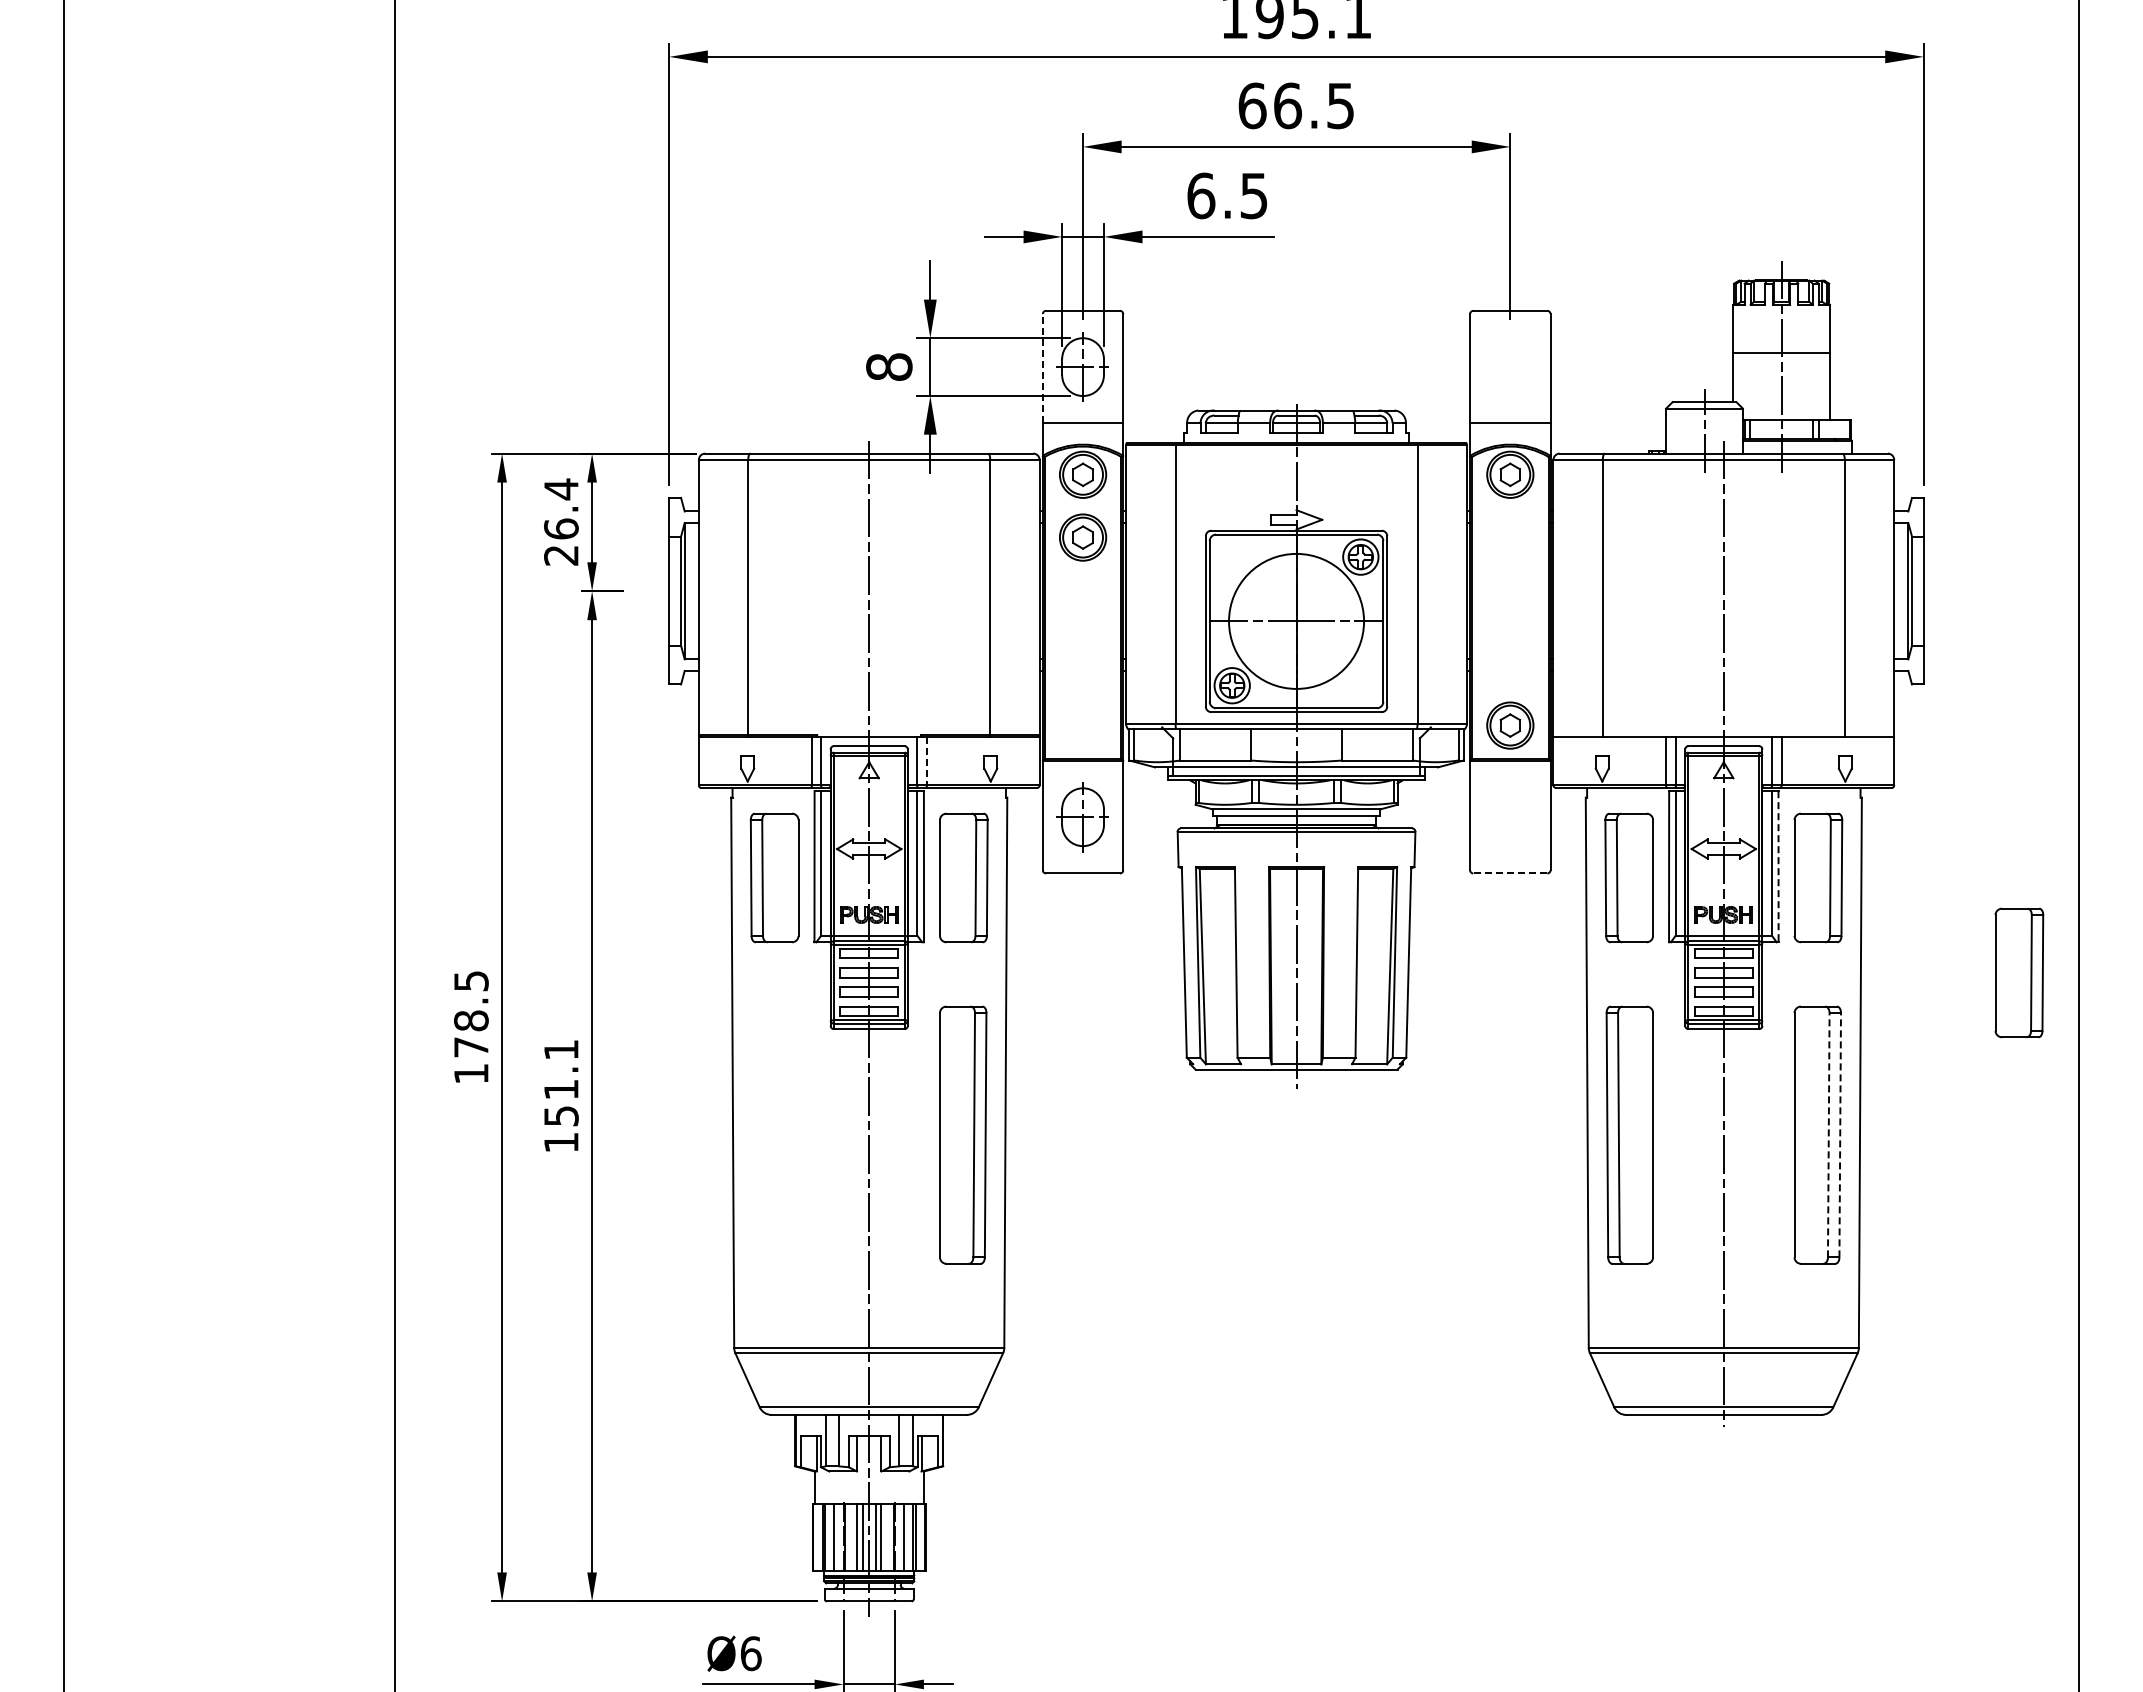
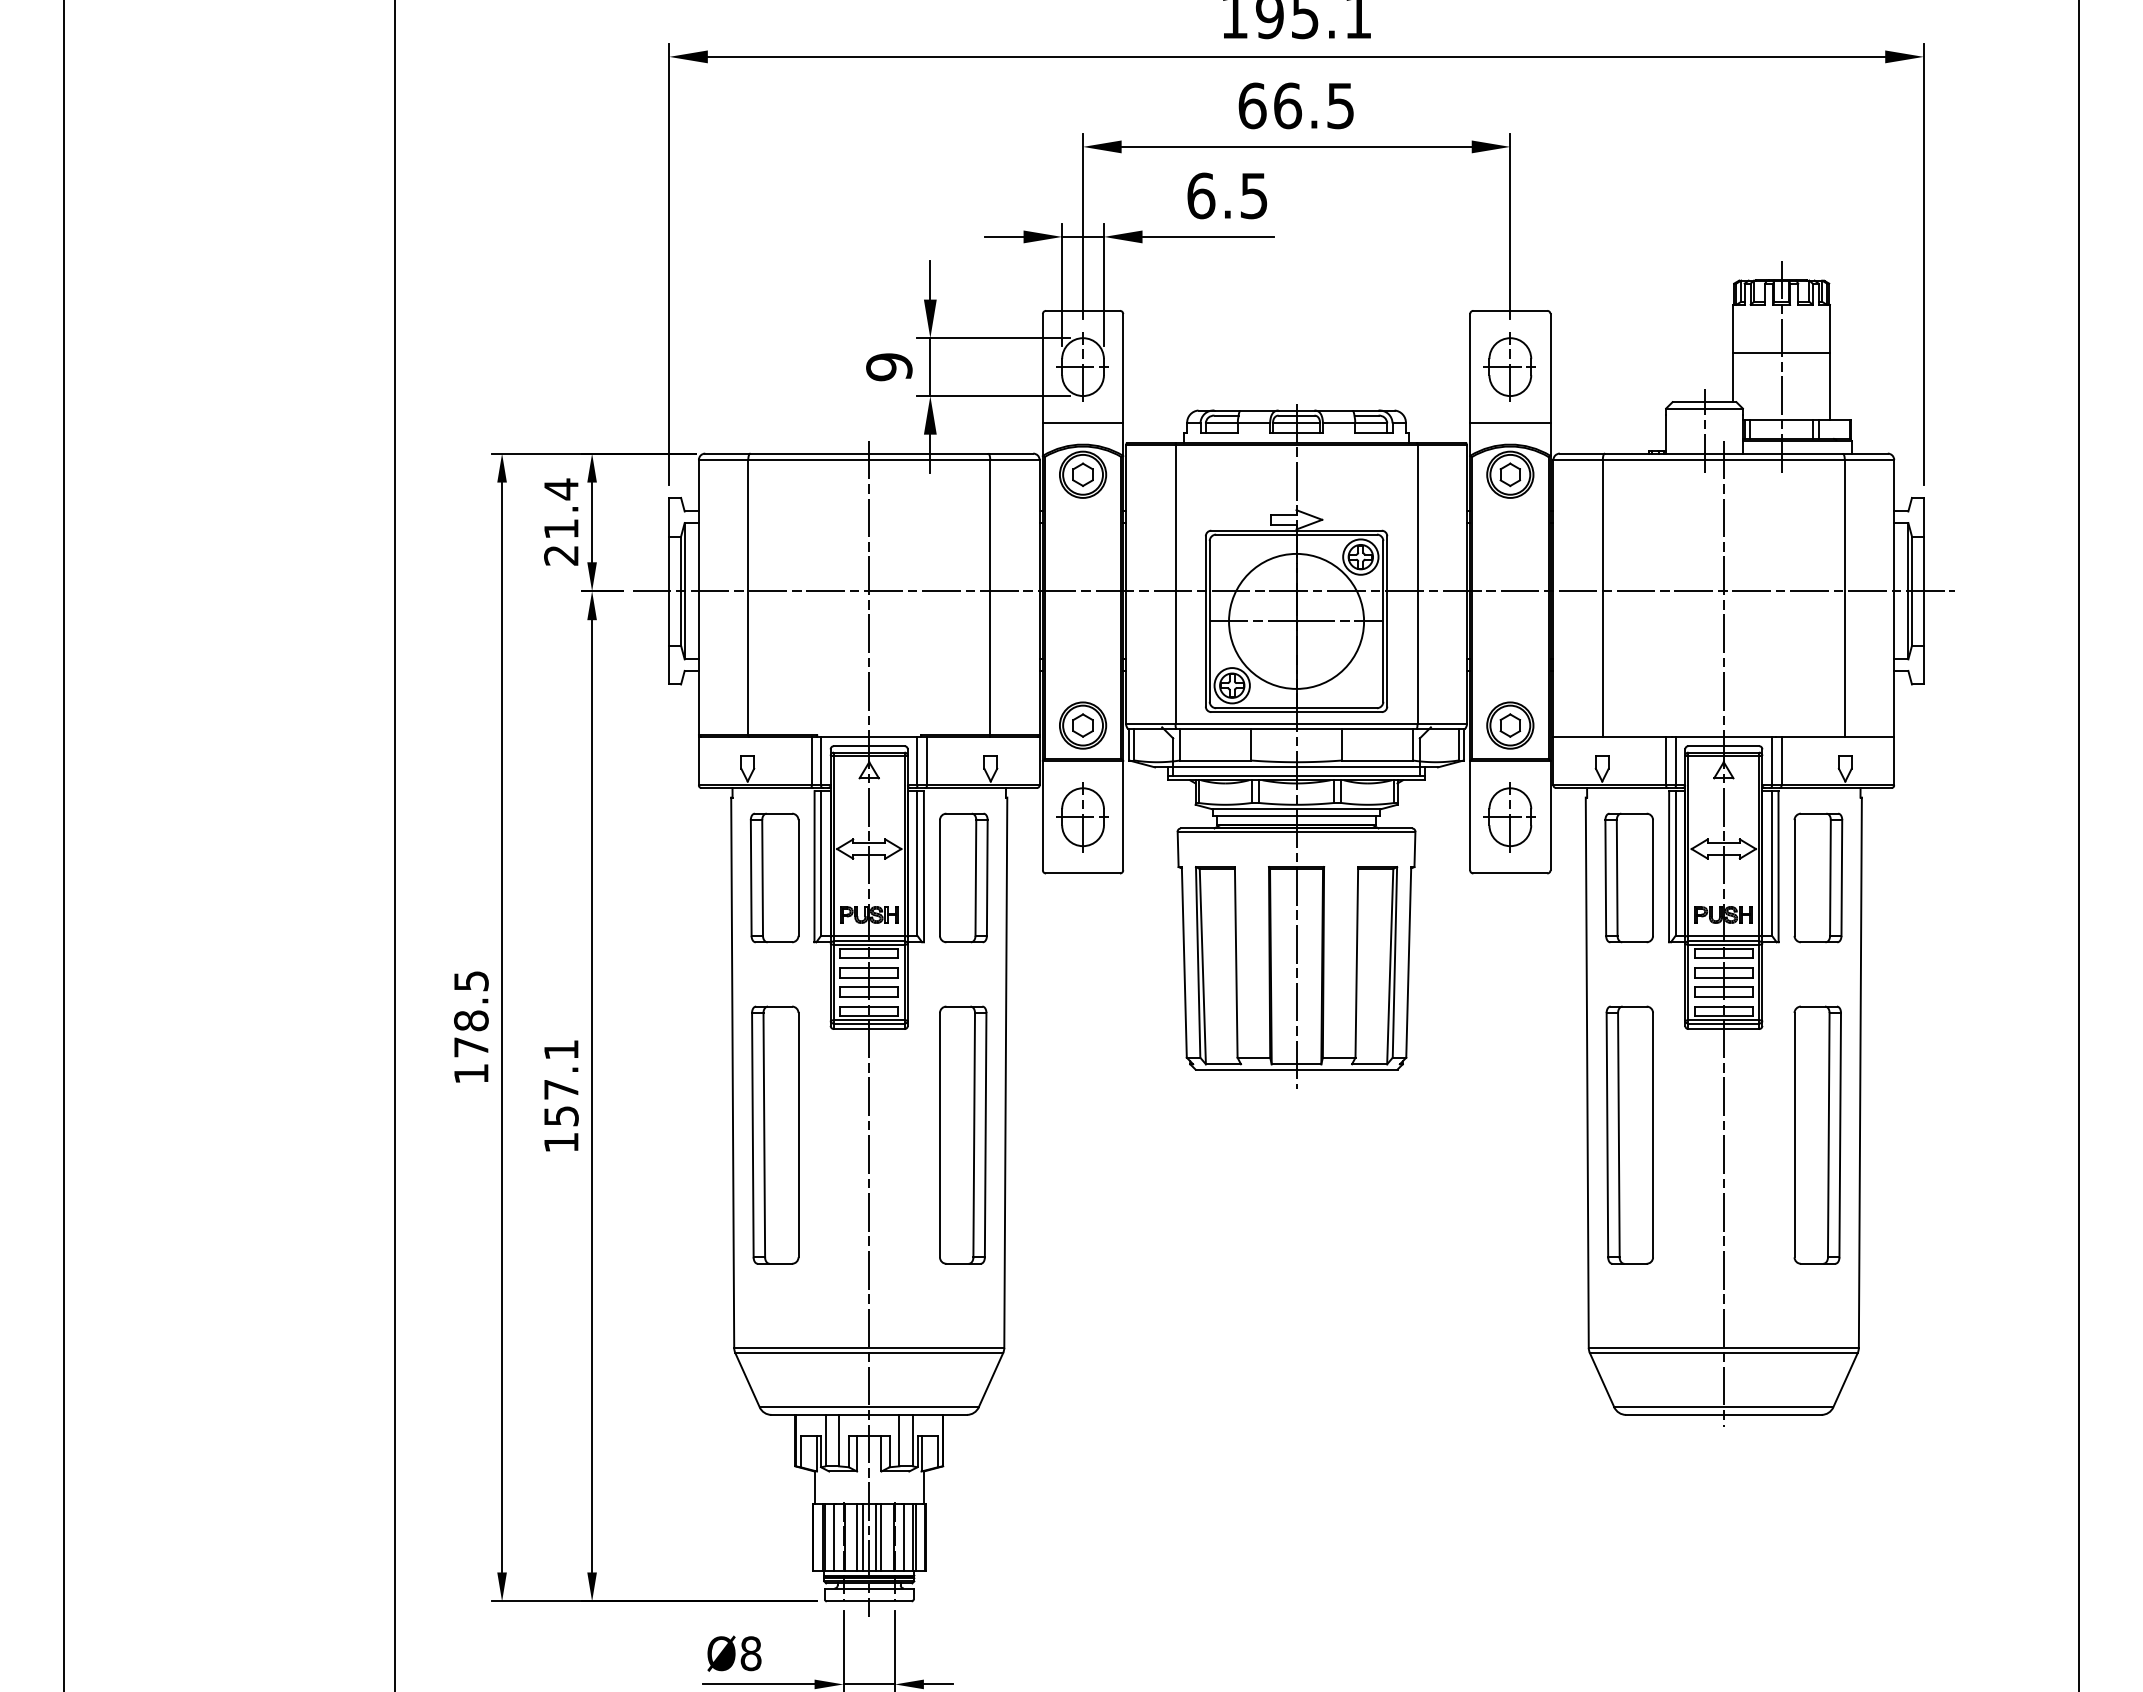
part at (1509, 366): none -> present
text at (889, 367): 8 -> 9
line at (1042, 368): dashed -> solid
text at (561, 528): 26.4 -> 21.4
part at (1083, 537) position: (1083, 537) -> (1083, 725)
line at (1293, 591): none -> present
line at (927, 761): dashed -> solid
part at (1509, 817): none -> present
line at (1778, 866): dashed -> solid
line at (1510, 873): dashed -> solid
part at (2019, 972): present -> none
text at (561, 1089): 151.1 -> 157.1
part at (775, 1134): none -> present
line at (1828, 1134): dashed -> solid
line at (1840, 1134): dashed -> solid
text at (750, 1653): Ø6 -> Ø8
